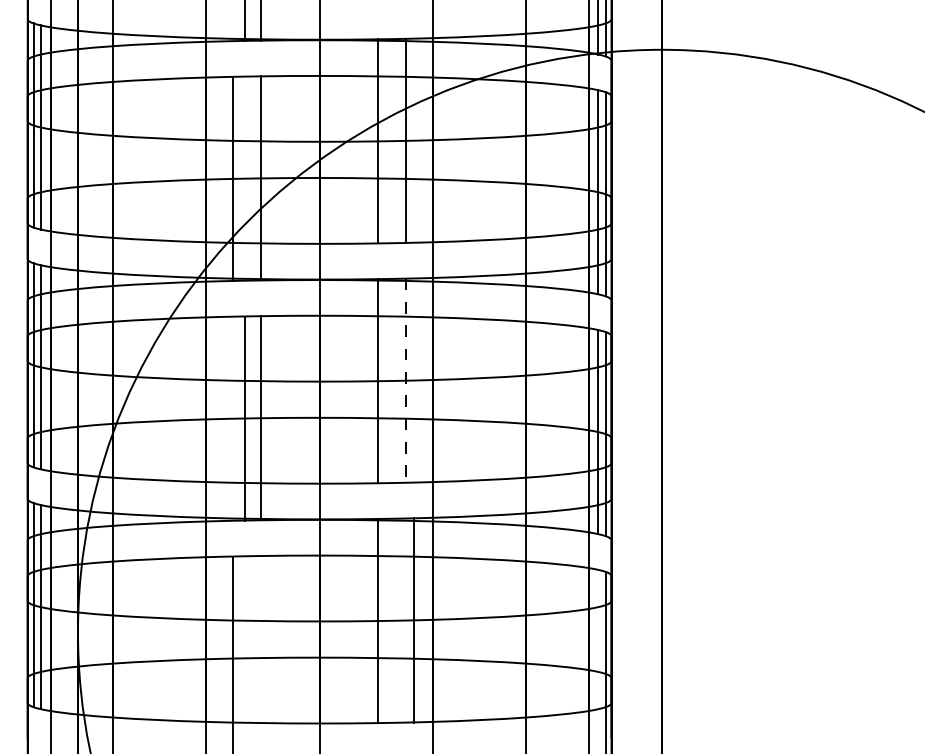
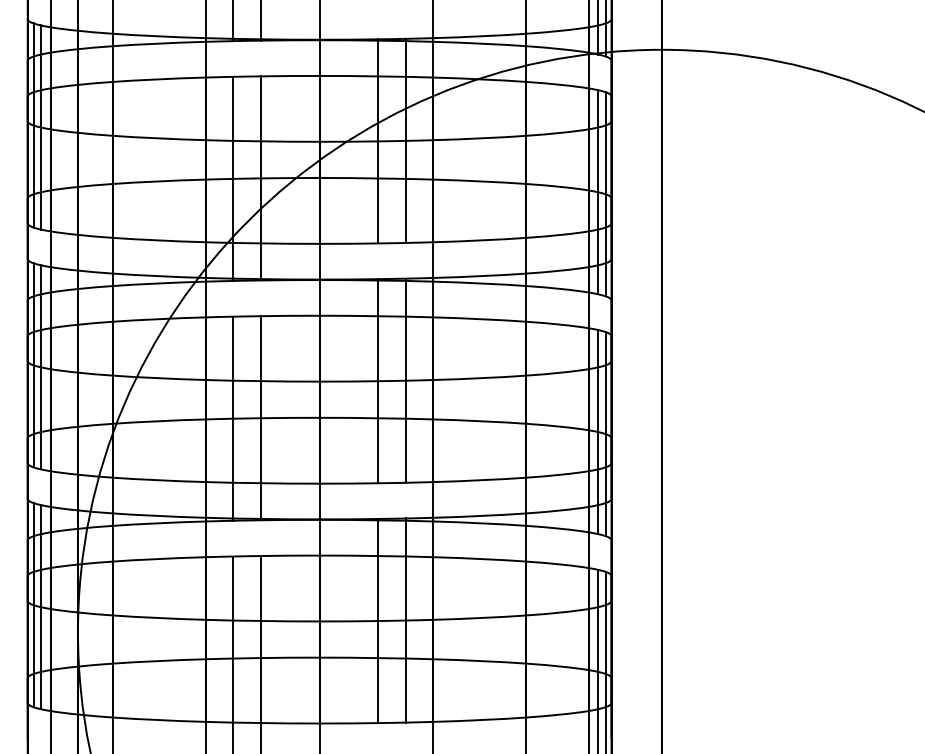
line at (244, 21) position: (244, 21) -> (232, 21)
line at (406, 381): dashed -> solid
line at (244, 418) position: (244, 418) -> (232, 418)
line at (414, 620) position: (414, 620) -> (406, 620)
line at (260, 653): none -> present
line at (598, 659): none -> present
